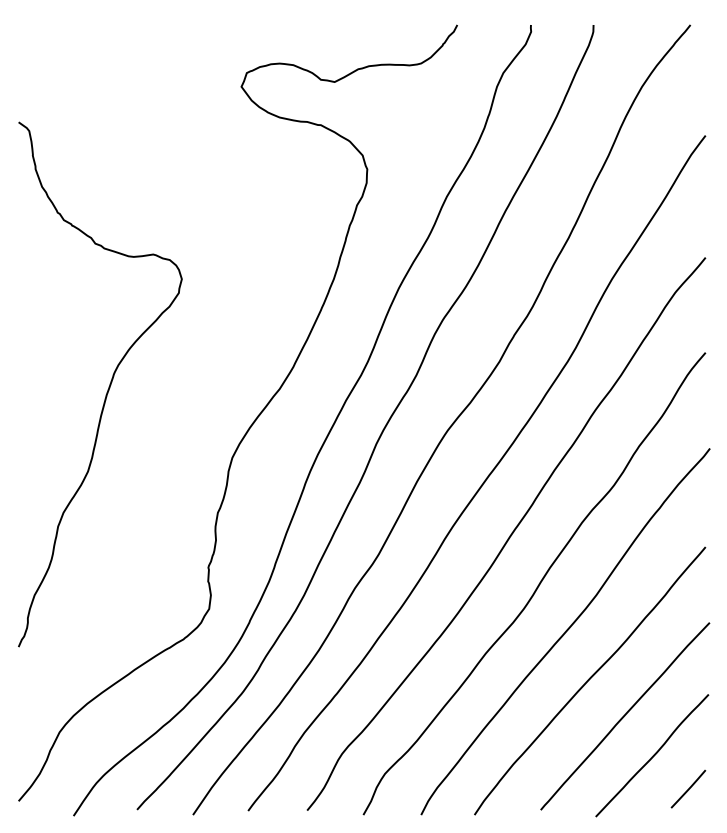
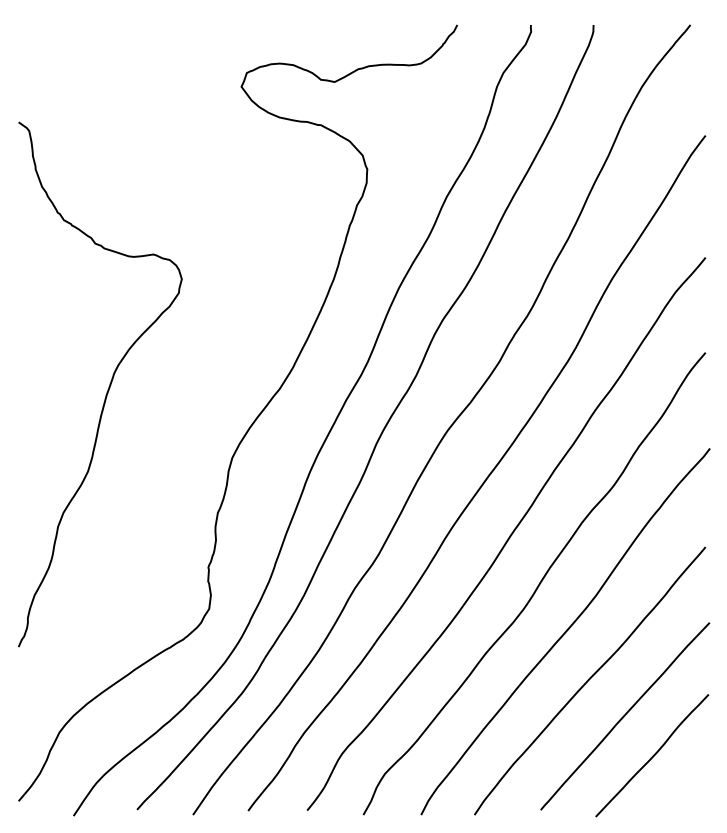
line at (688, 788): present -> none
